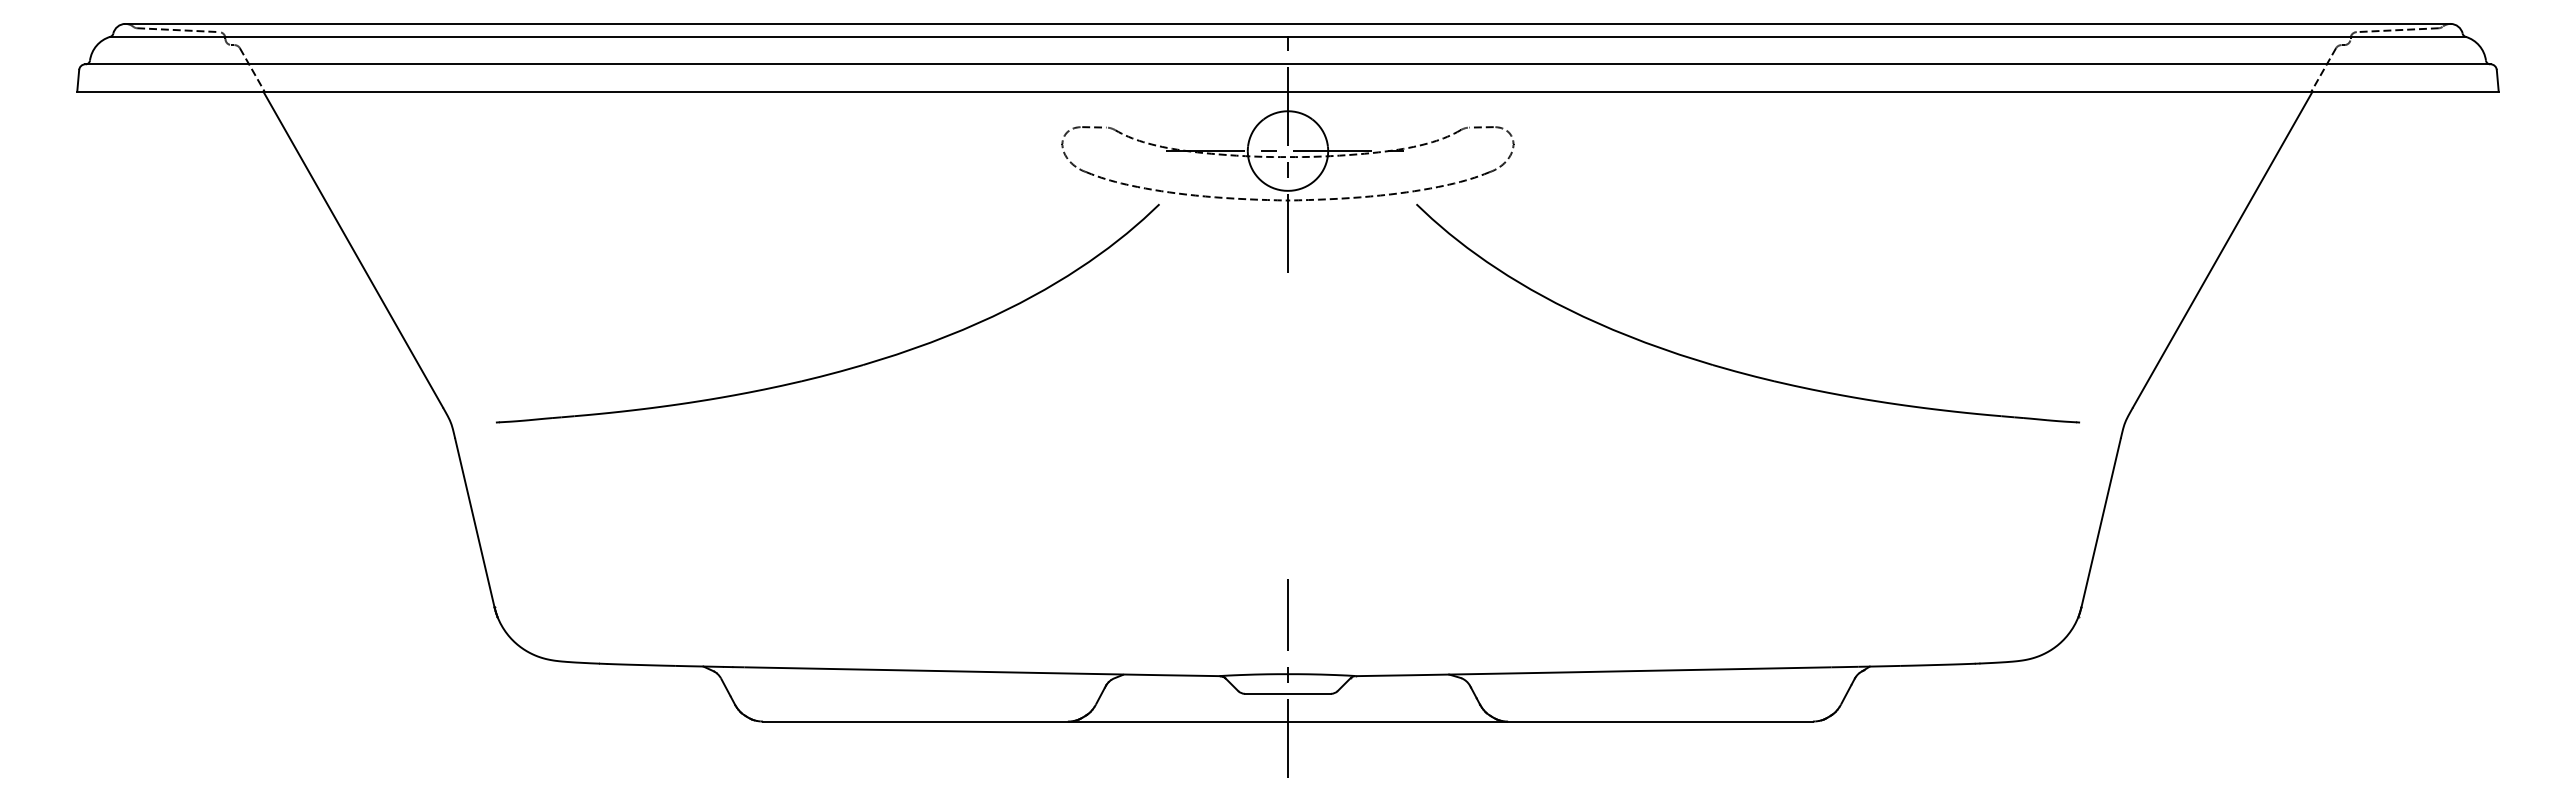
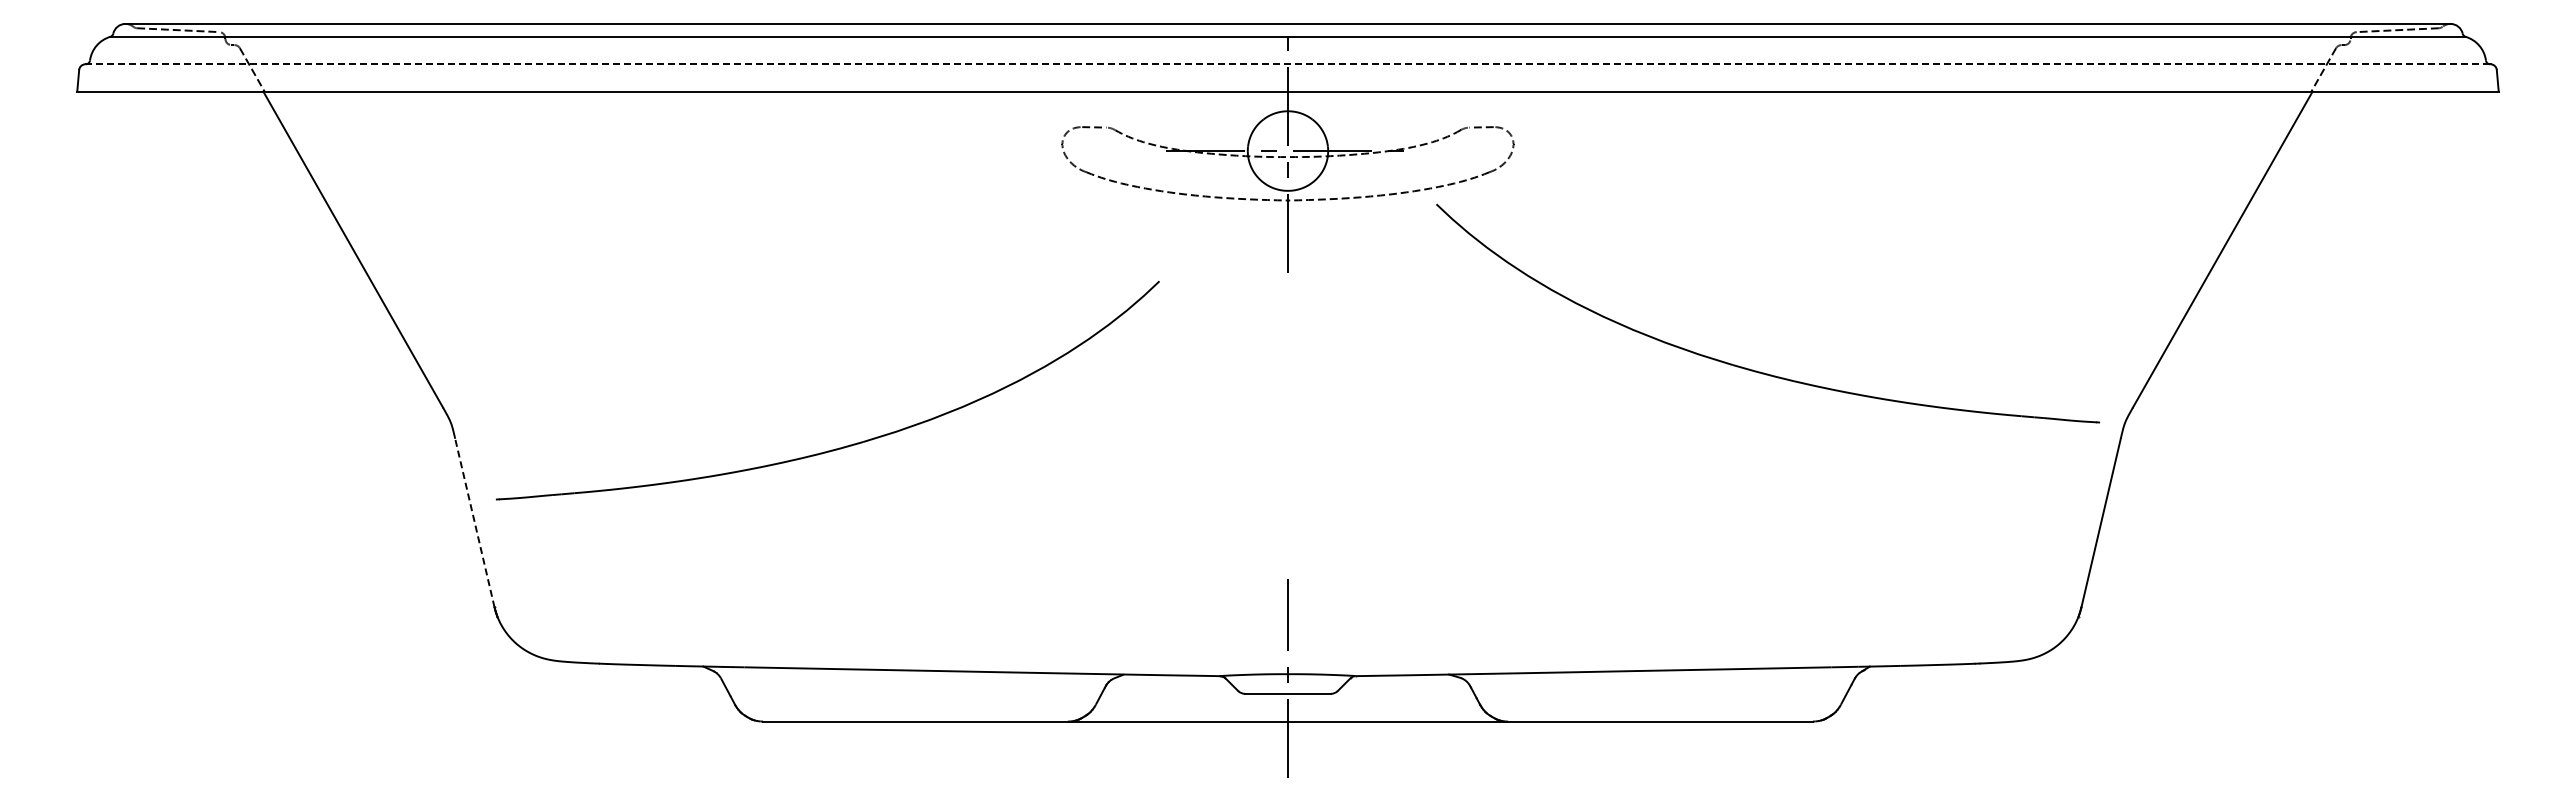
line at (1288, 64): solid -> dashed
part at (846, 368) position: (846, 368) -> (846, 445)
part at (1729, 368) position: (1729, 368) -> (1749, 368)
line at (474, 523): solid -> dashed
